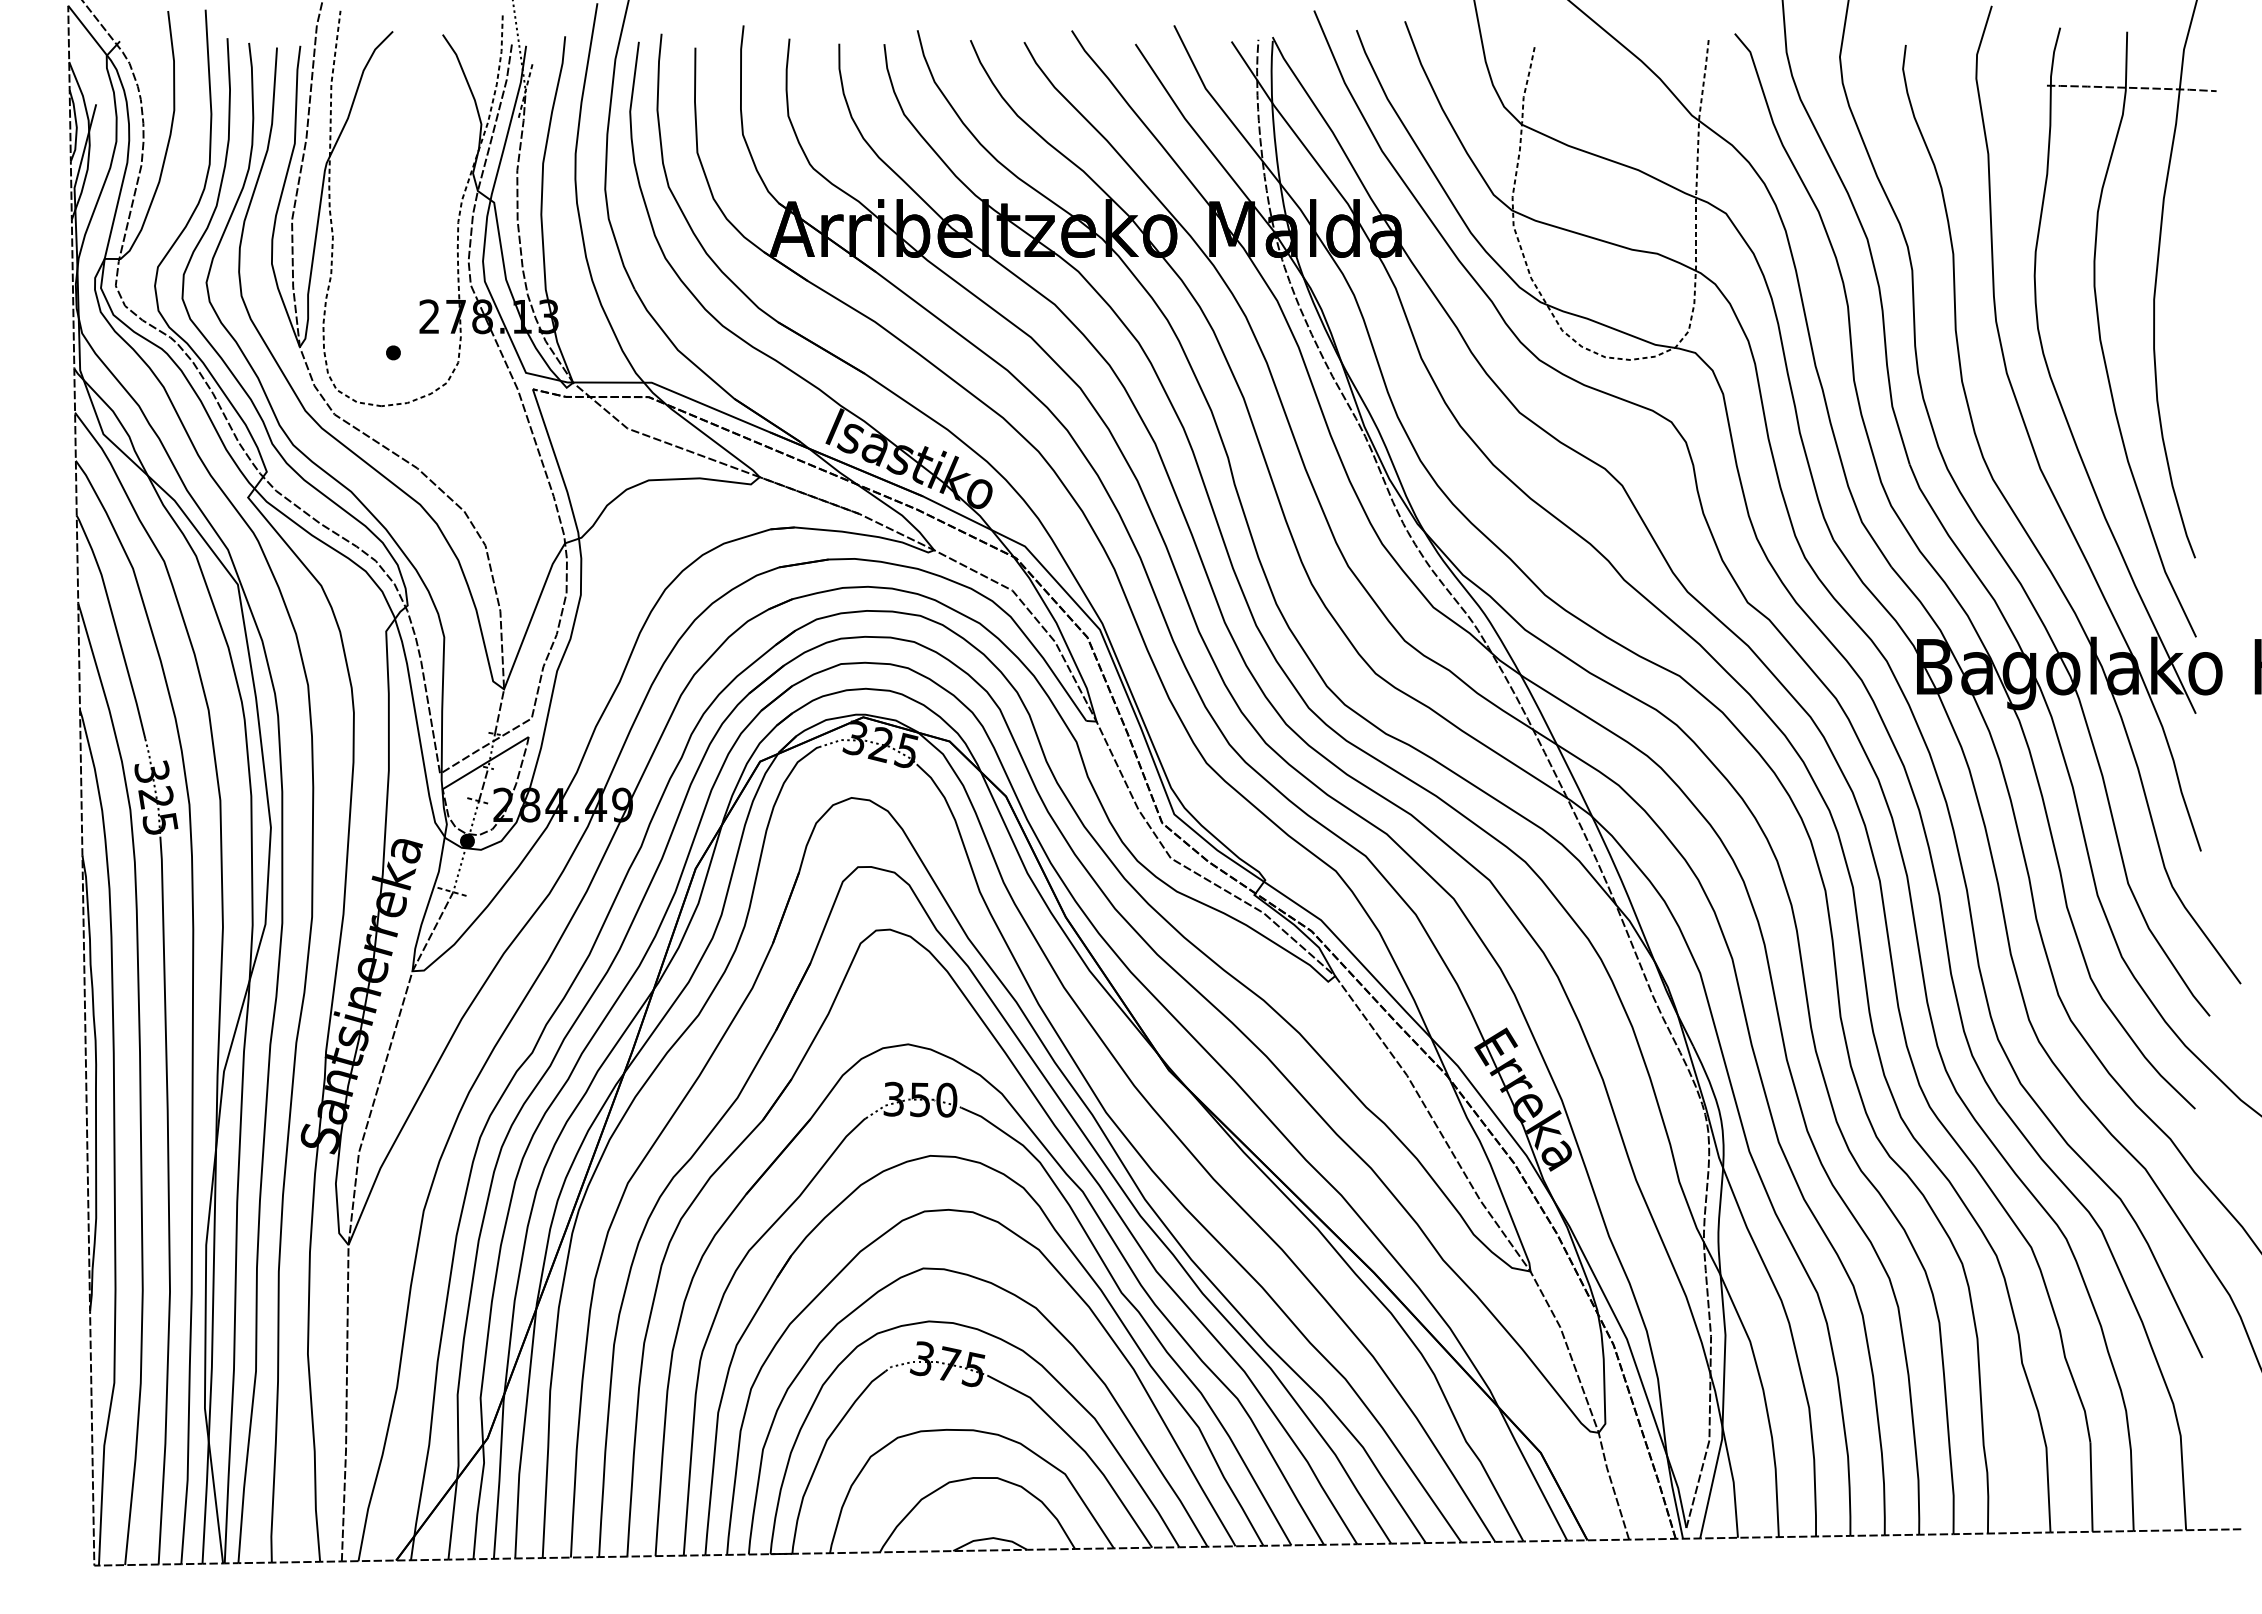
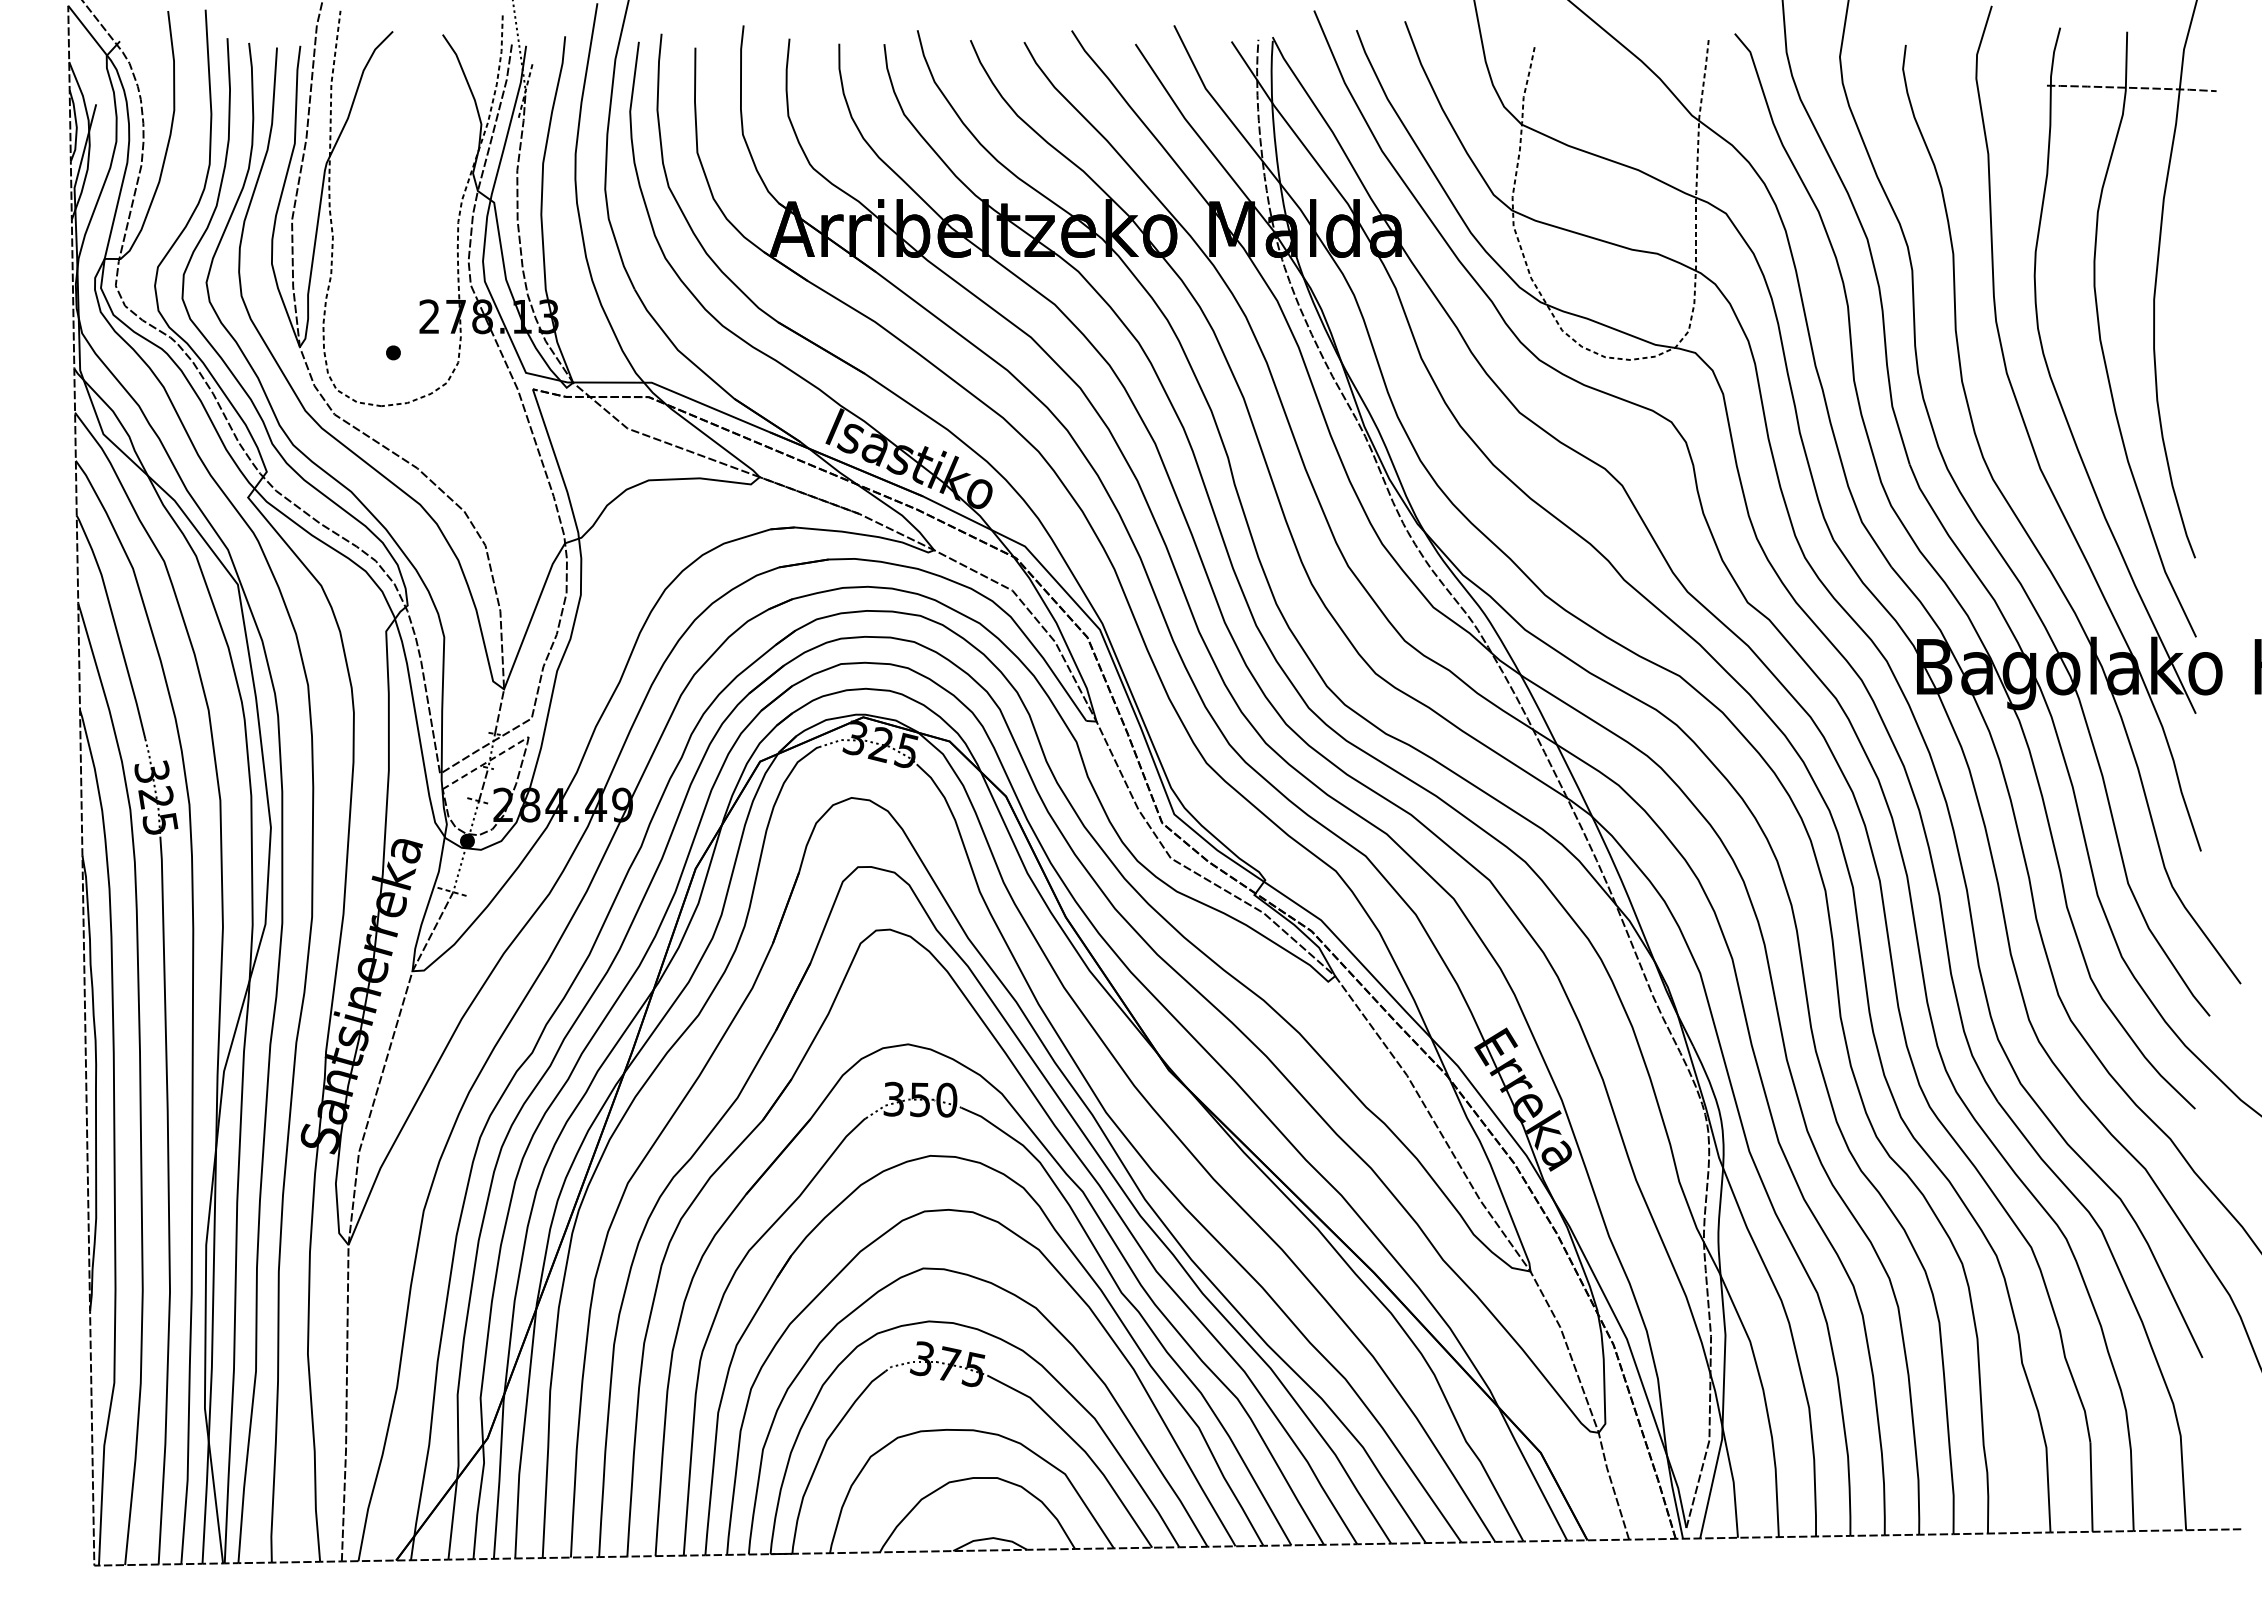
line at (486, 762): solid -> dashed
